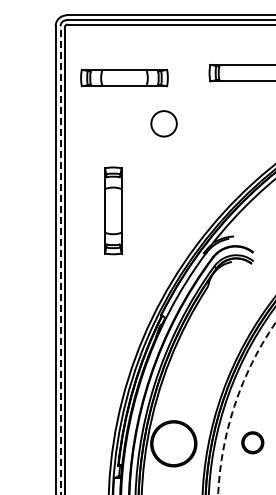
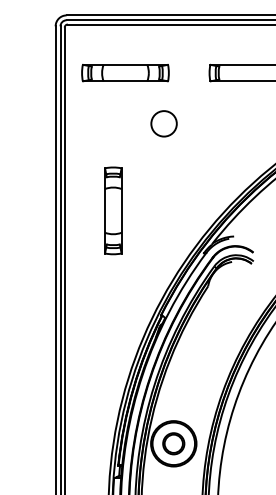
part at (124, 78) position: (124, 78) -> (125, 73)
line at (60, 260): dashed -> solid
arc at (234, 405): dashed -> solid
circle at (252, 442) position: (252, 442) -> (173, 443)
